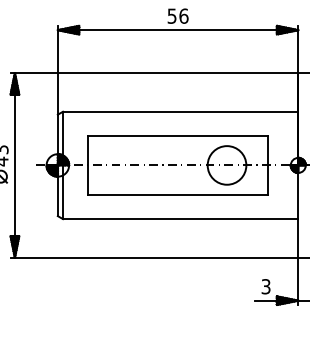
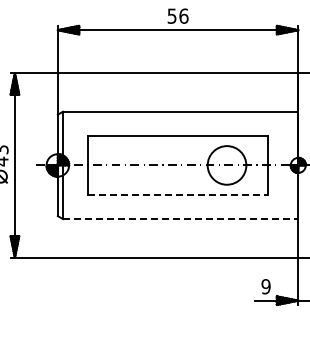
line at (178, 194): solid -> dashed
line at (180, 219): solid -> dashed
text at (265, 286): 3 -> 9
